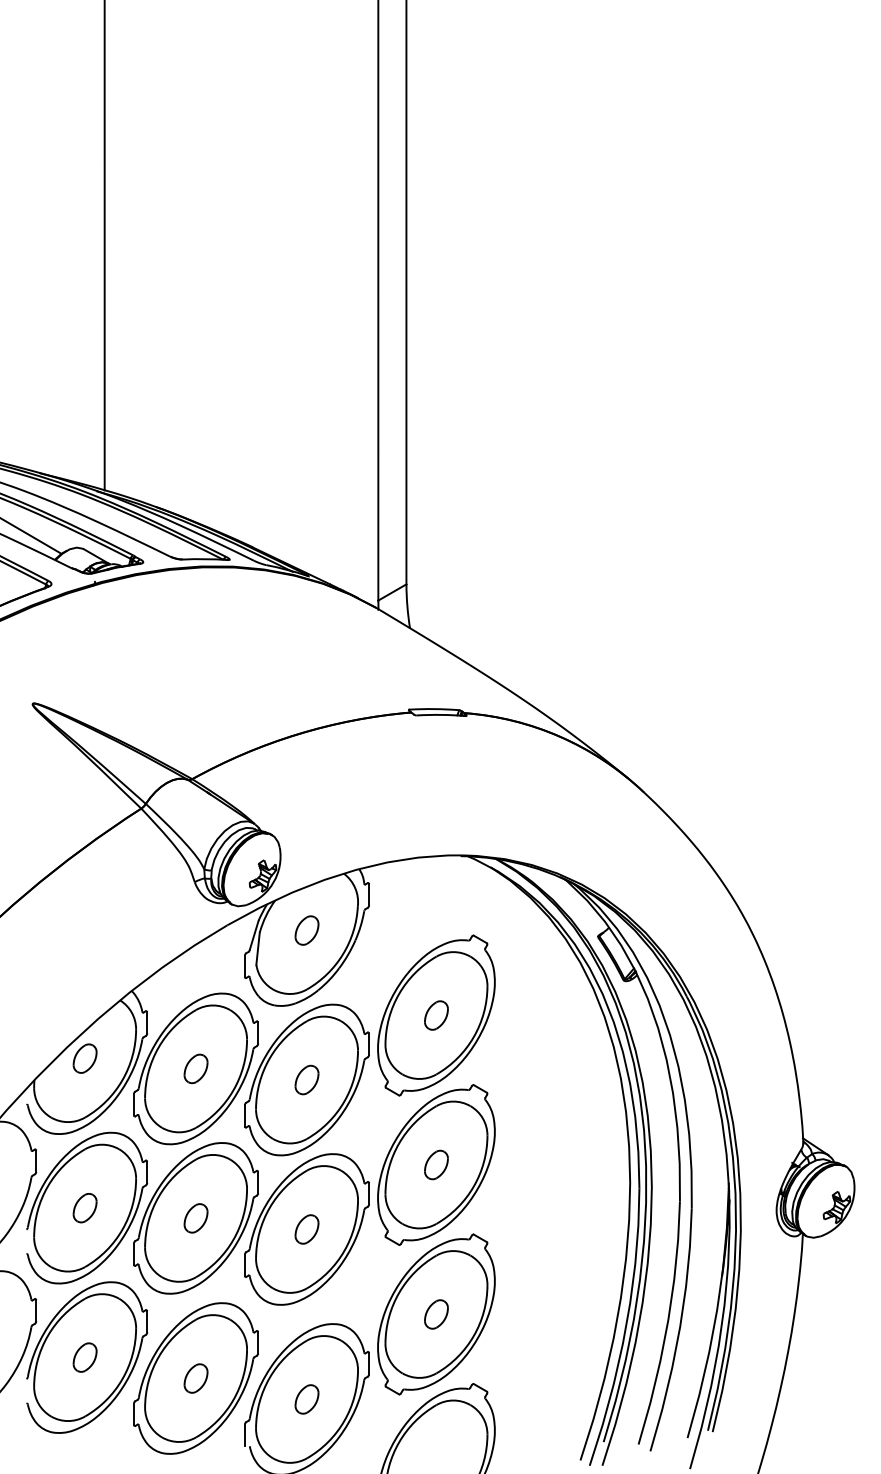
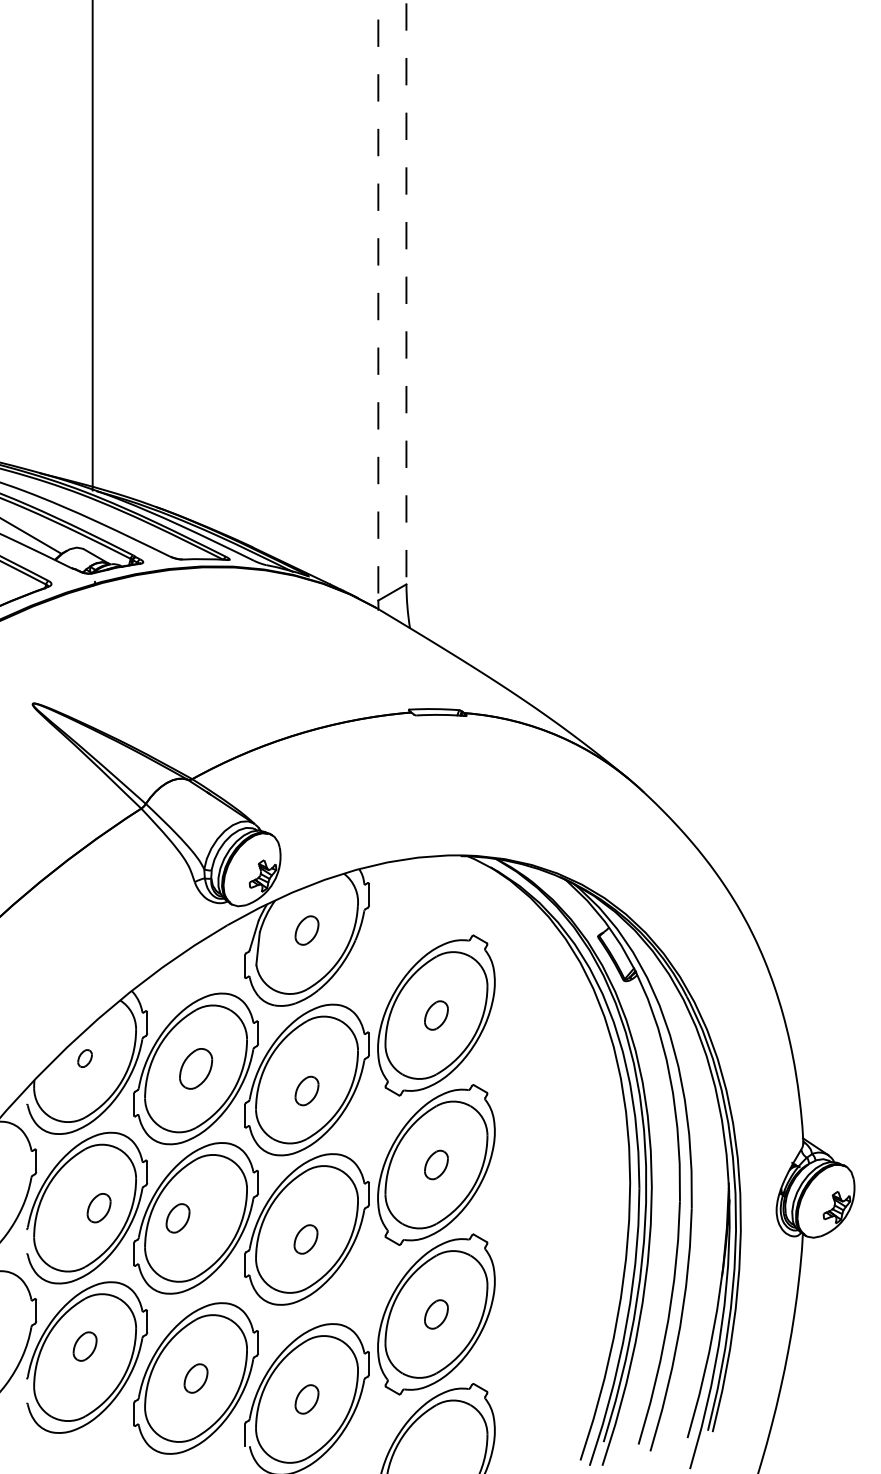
line at (104, 246) position: (104, 246) -> (92, 246)
line at (406, 292): solid -> dashed
line at (378, 300): solid -> dashed
part at (84, 1058) size: 26x31 px -> 16x19 px
part at (195, 1068) size: 26x32 px -> 35x42 px
part at (306, 1079) position: (306, 1079) -> (306, 1090)
part at (84, 1208) position: (84, 1208) -> (98, 1208)
part at (195, 1218) position: (195, 1218) -> (177, 1218)
part at (306, 1229) position: (306, 1229) -> (305, 1239)
part at (84, 1357) position: (84, 1357) -> (84, 1346)
